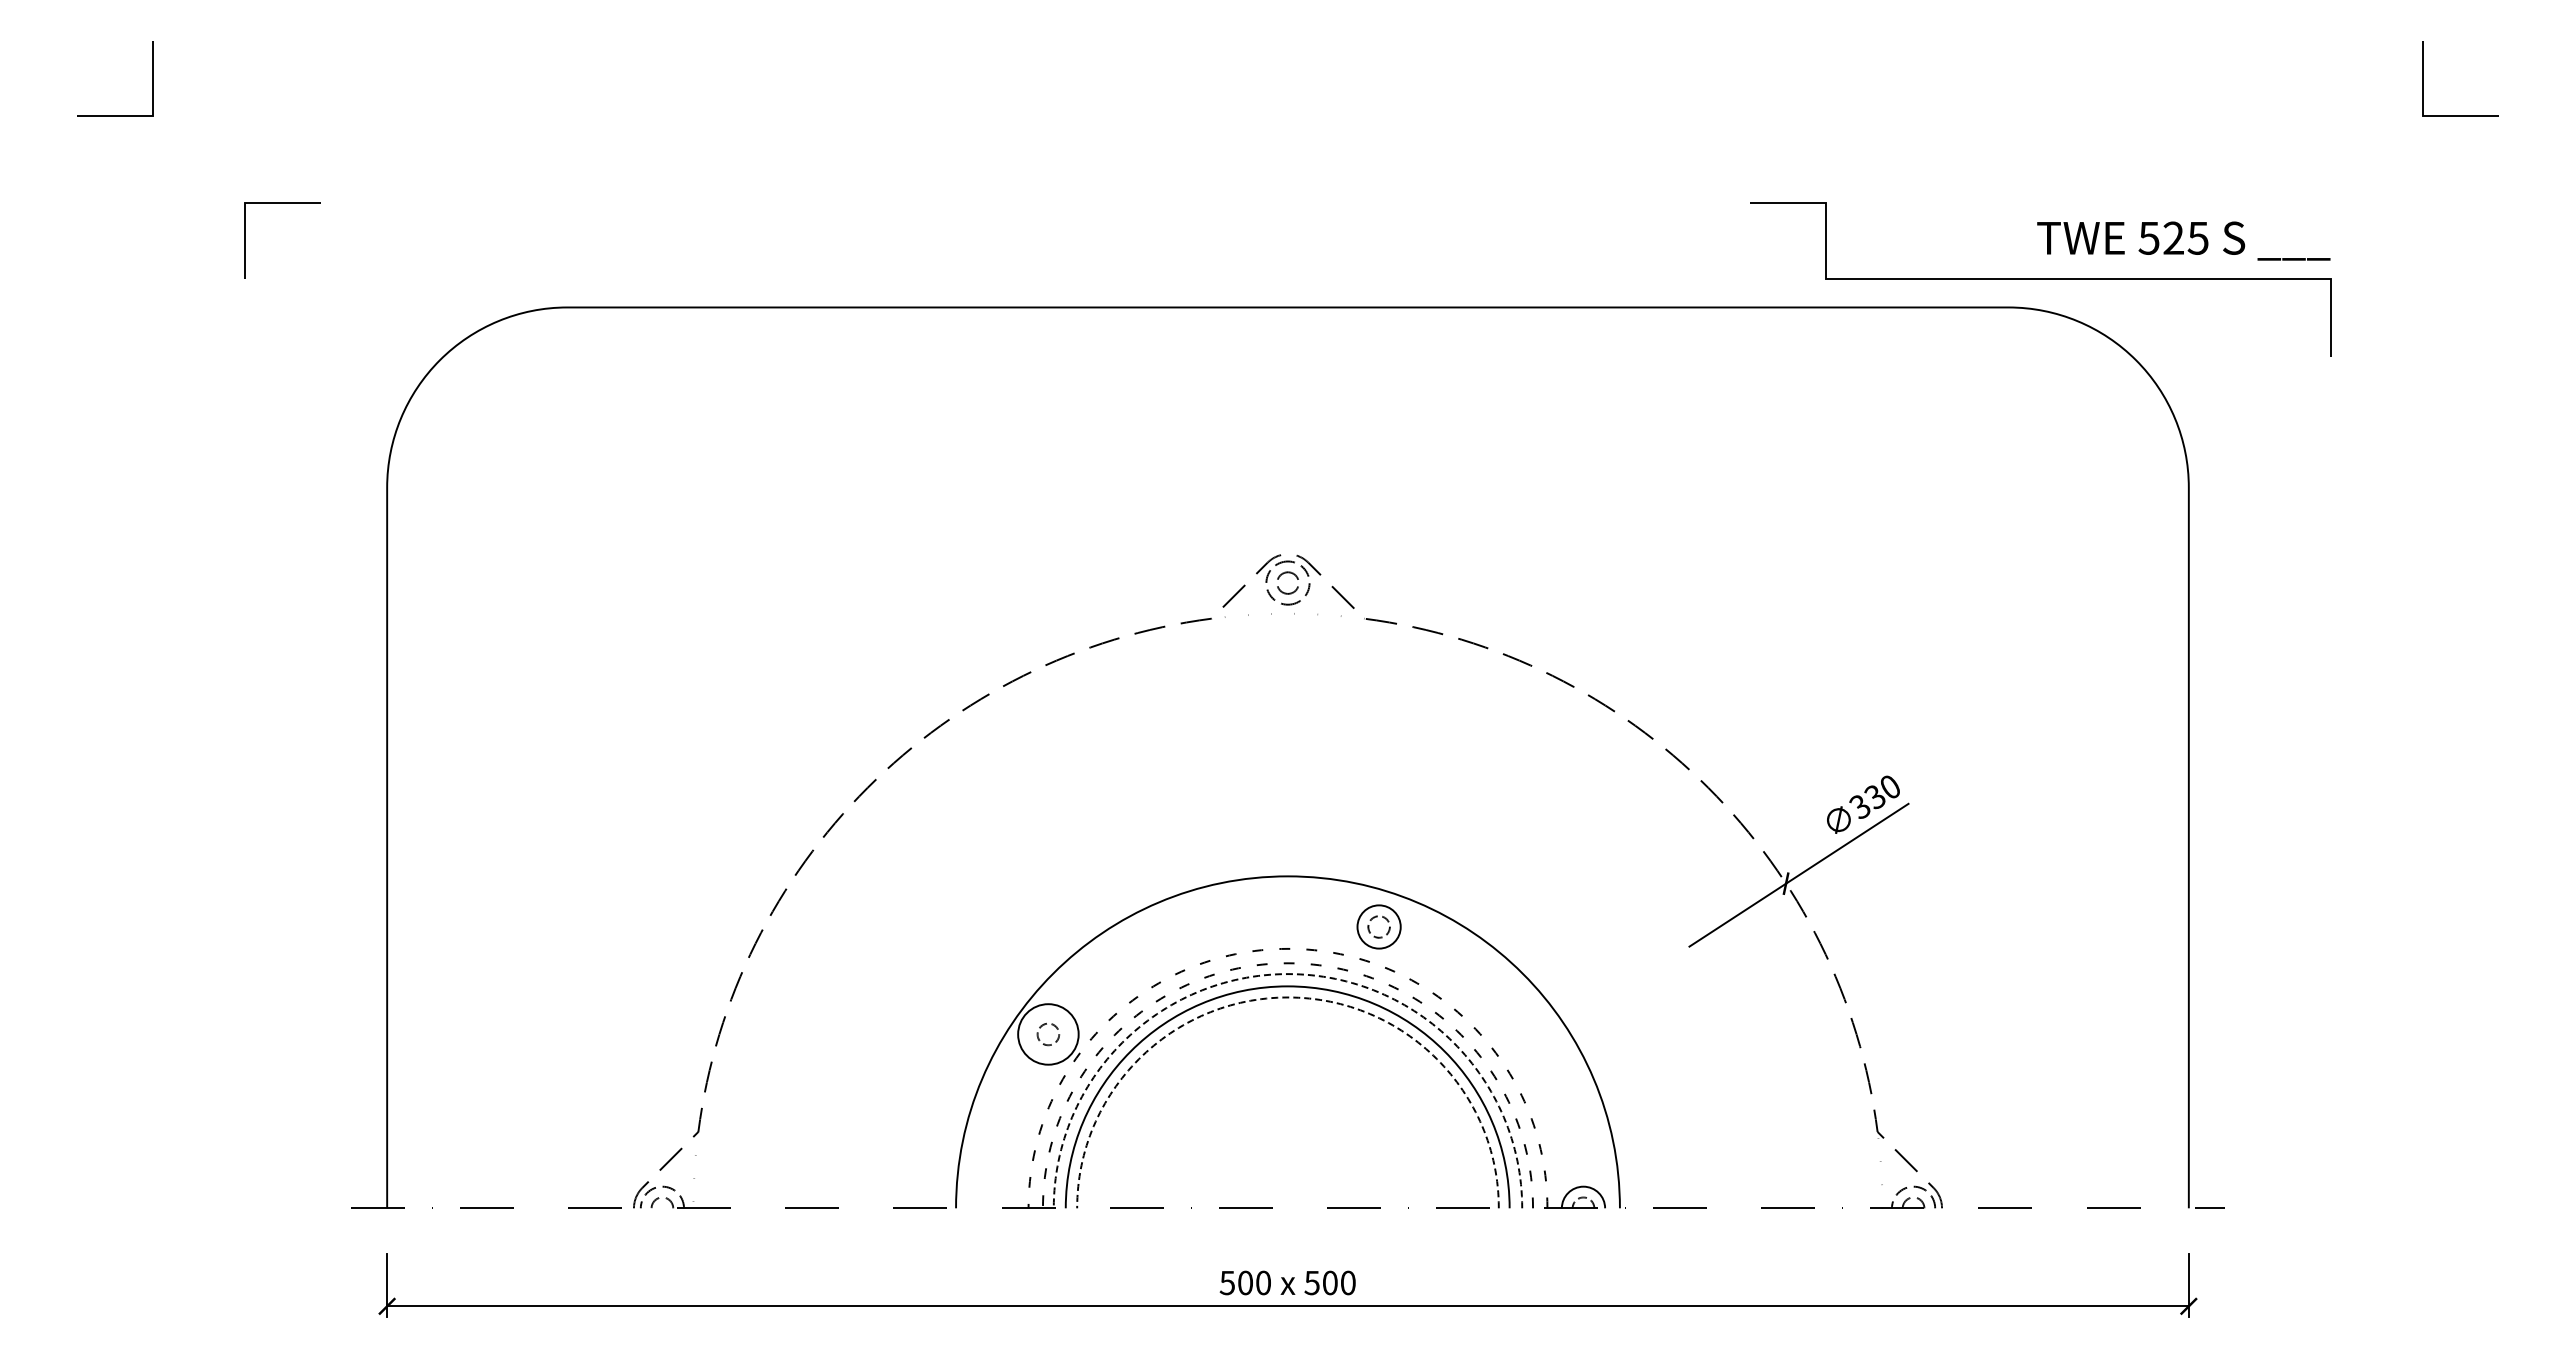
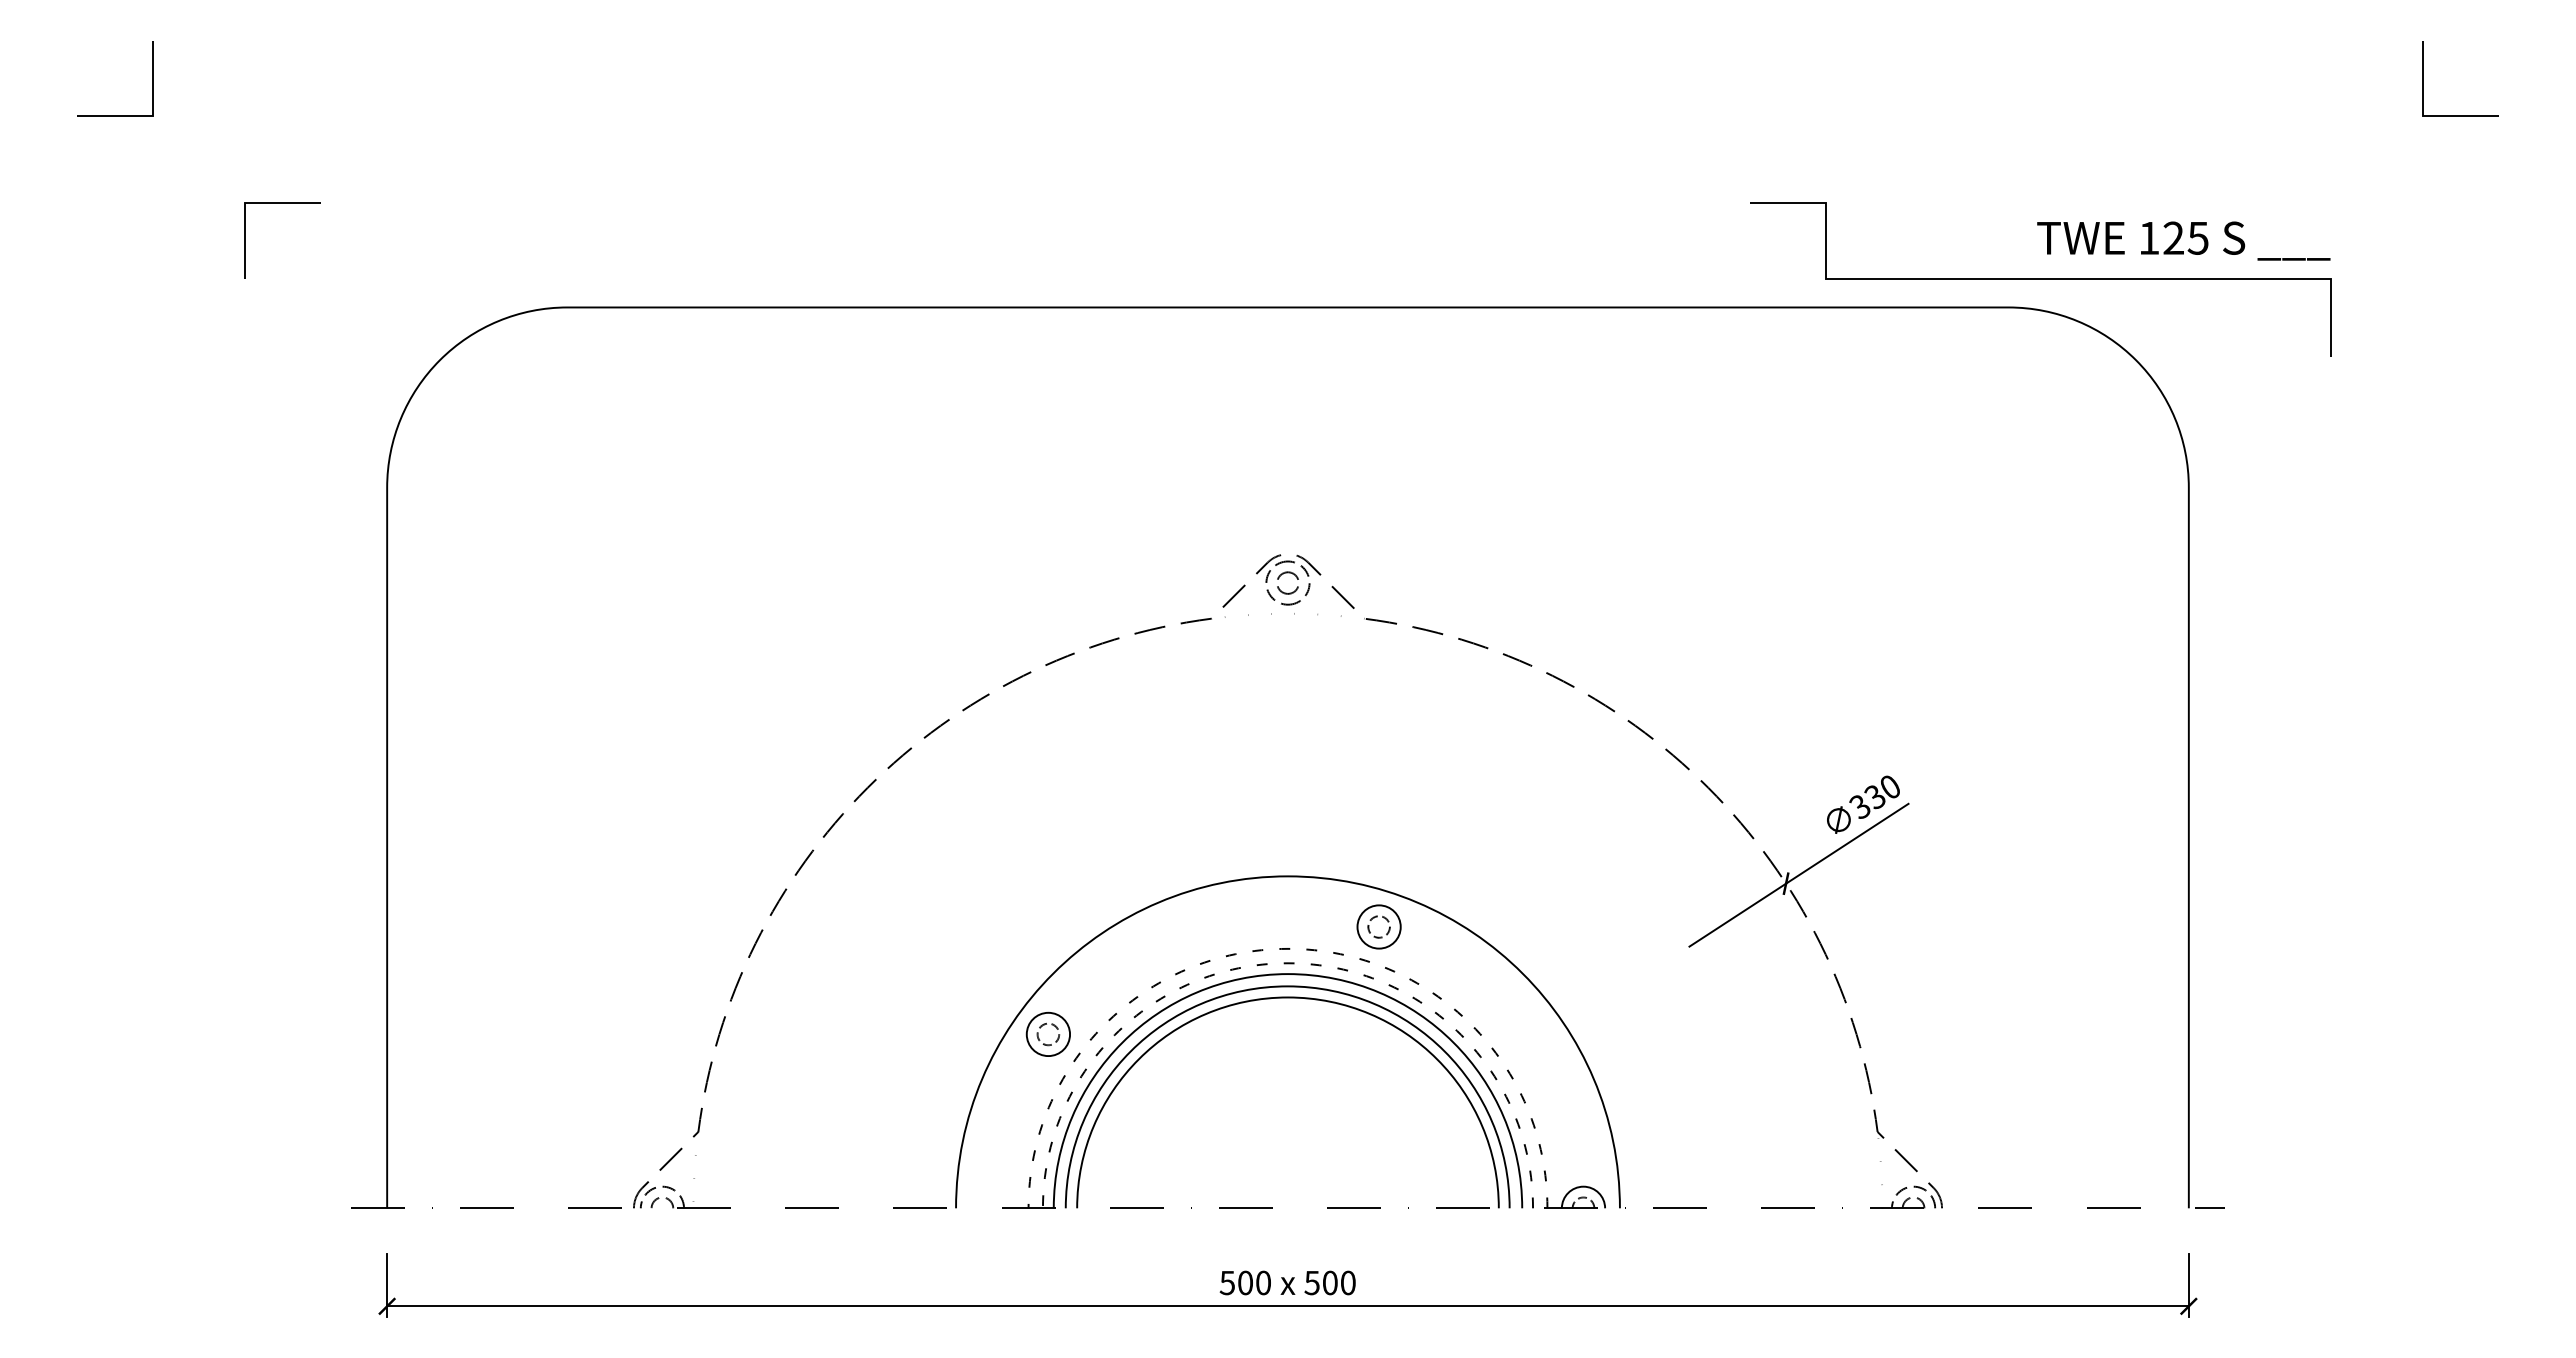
text at (2148, 238): 525 -> 125
arc at (1288, 974): dashed -> solid
arc at (1288, 997): dashed -> solid
circle at (1048, 1034) diameter: 61 px -> 43 px
